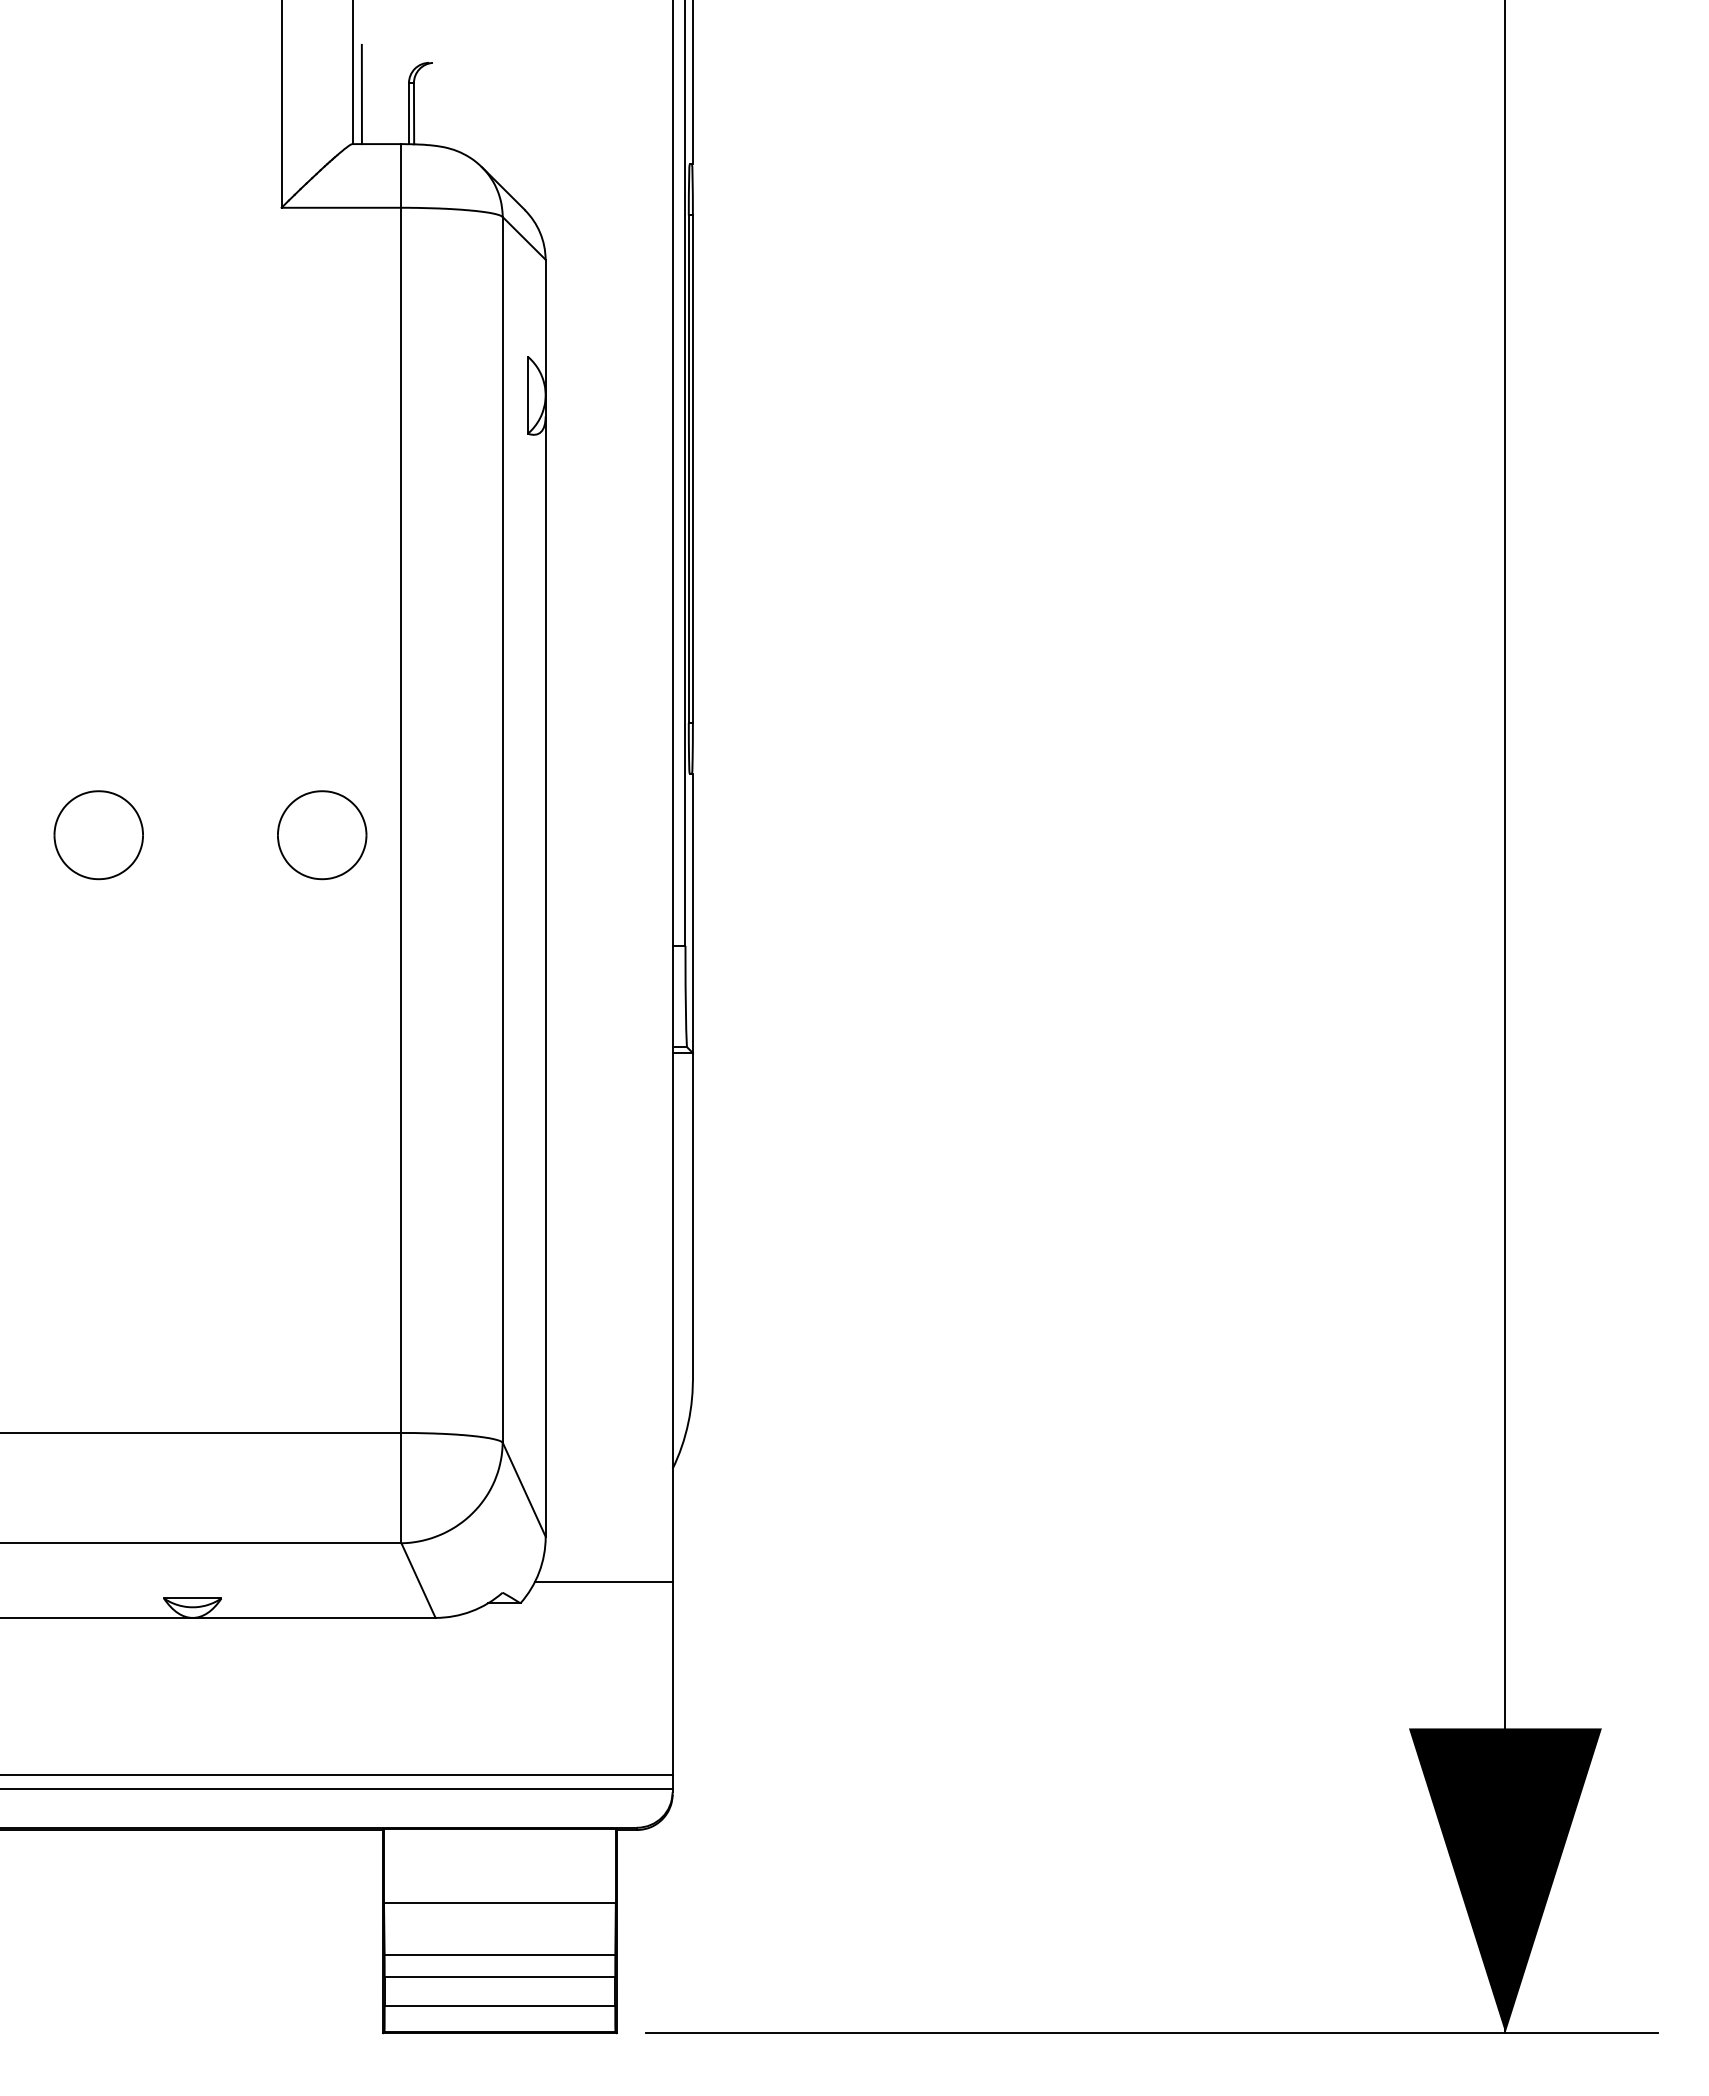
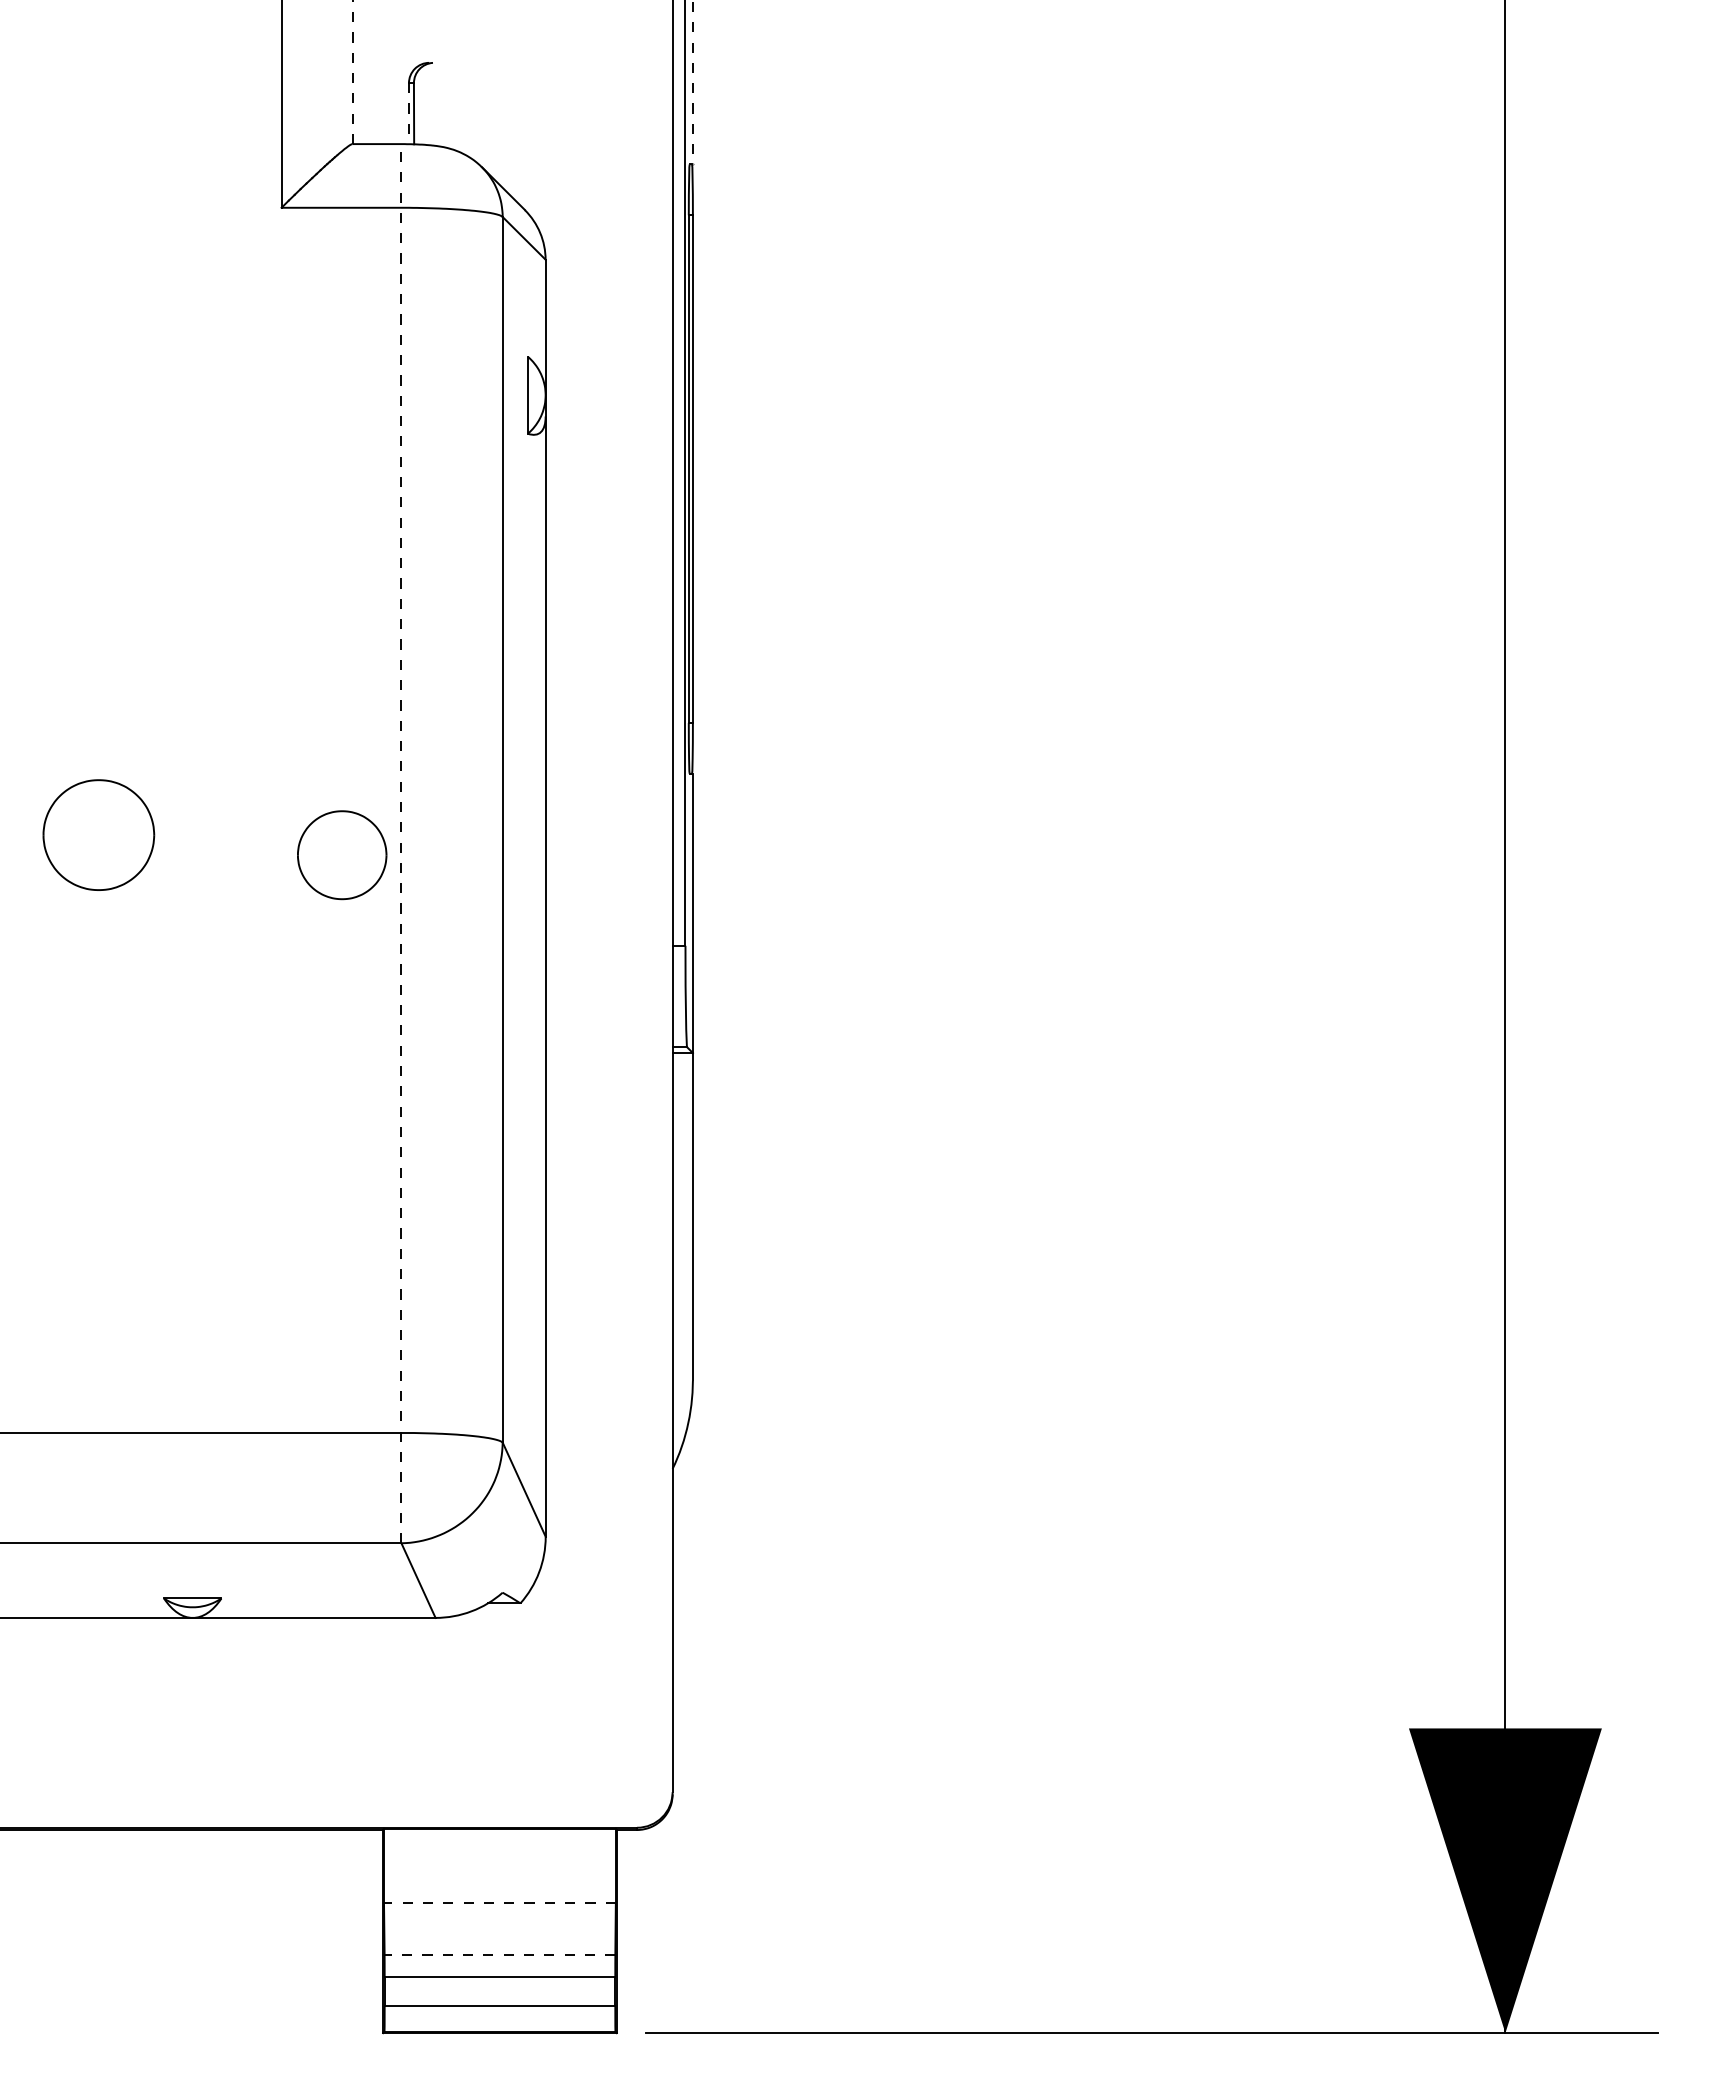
line at (352, 72): solid -> dashed
line at (692, 82): solid -> dashed
line at (361, 94): present -> none
line at (408, 113): solid -> dashed
part at (98, 835) size: 91x91 px -> 114x112 px
part at (322, 835) position: (322, 835) -> (342, 855)
line at (401, 843): solid -> dashed
line at (603, 1581): present -> none
line at (337, 1775): present -> none
line at (337, 1789): present -> none
line at (499, 1903): solid -> dashed
line at (499, 1954): solid -> dashed
